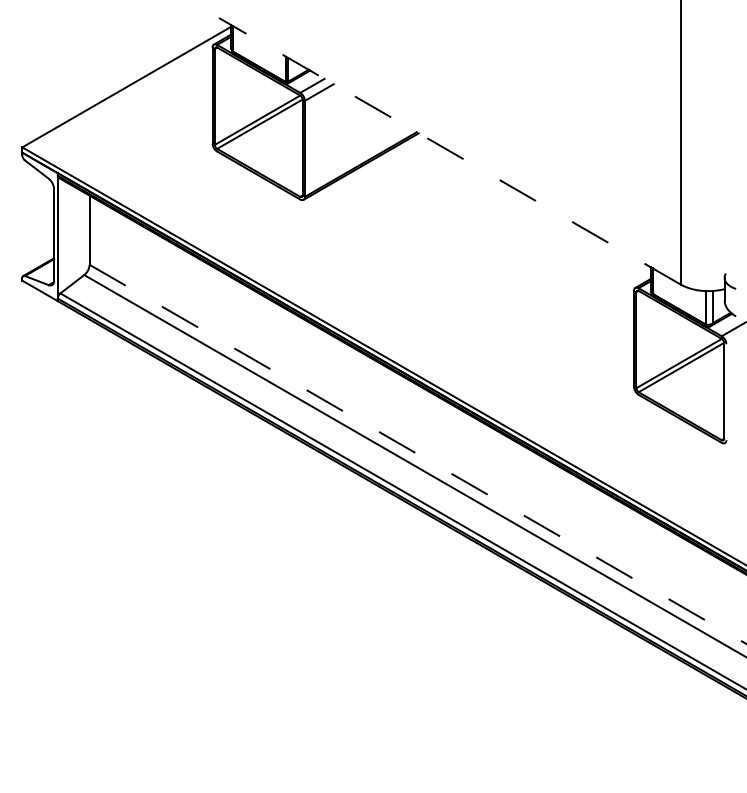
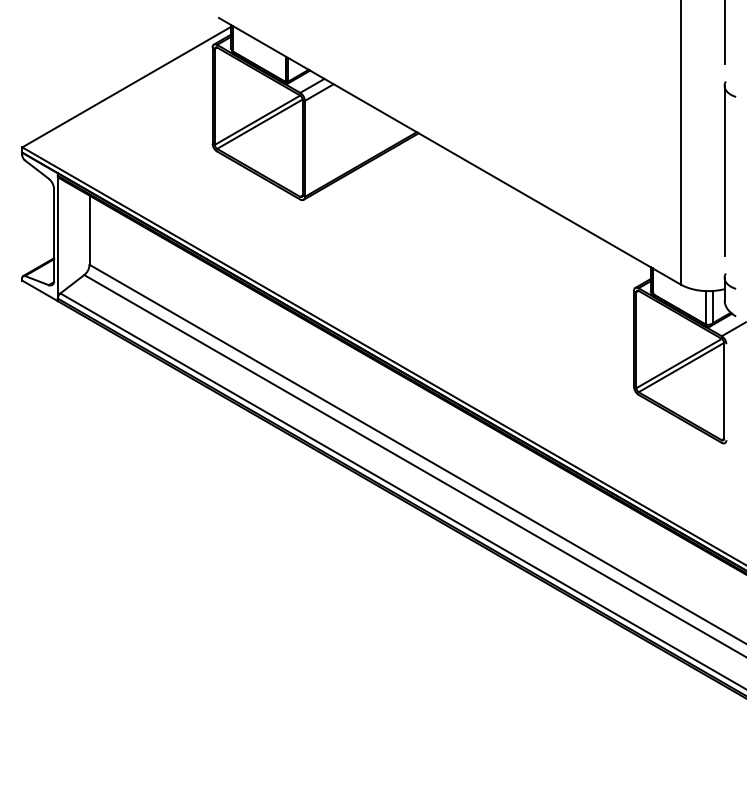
line at (724, 33): none -> present
line at (449, 151): dashed -> solid
part at (729, 168): none -> present
line at (418, 454): dashed -> solid
